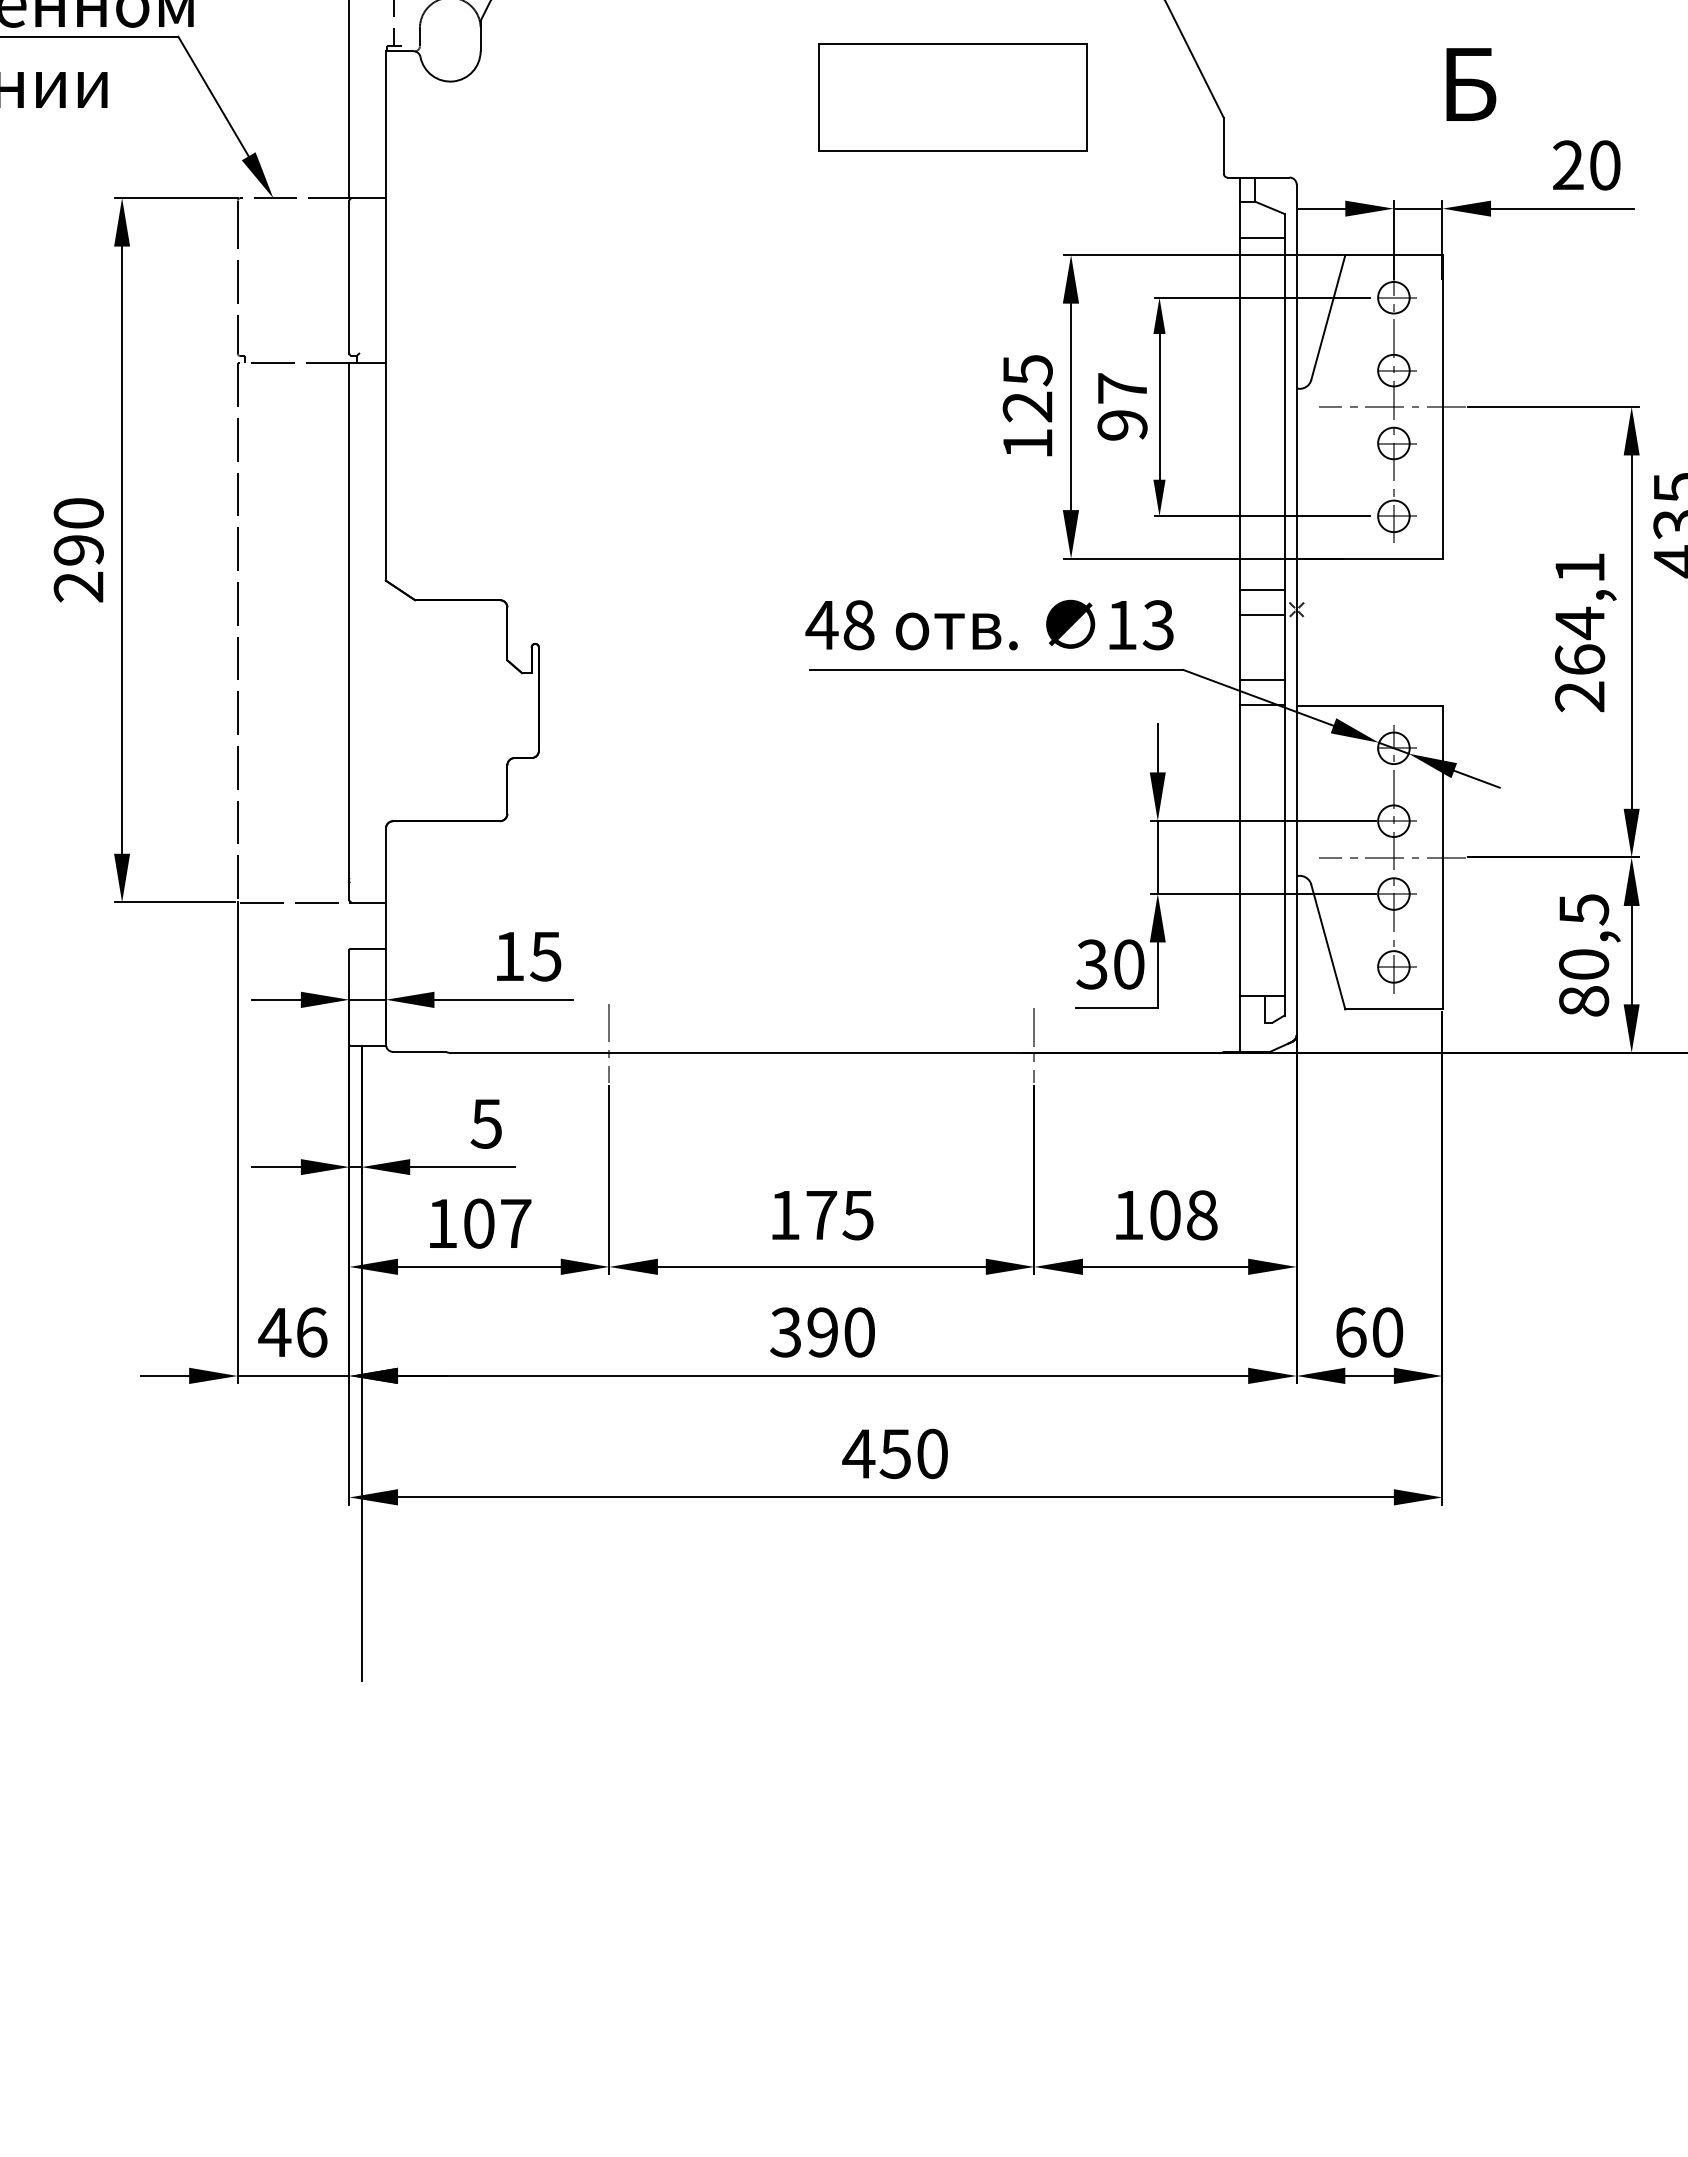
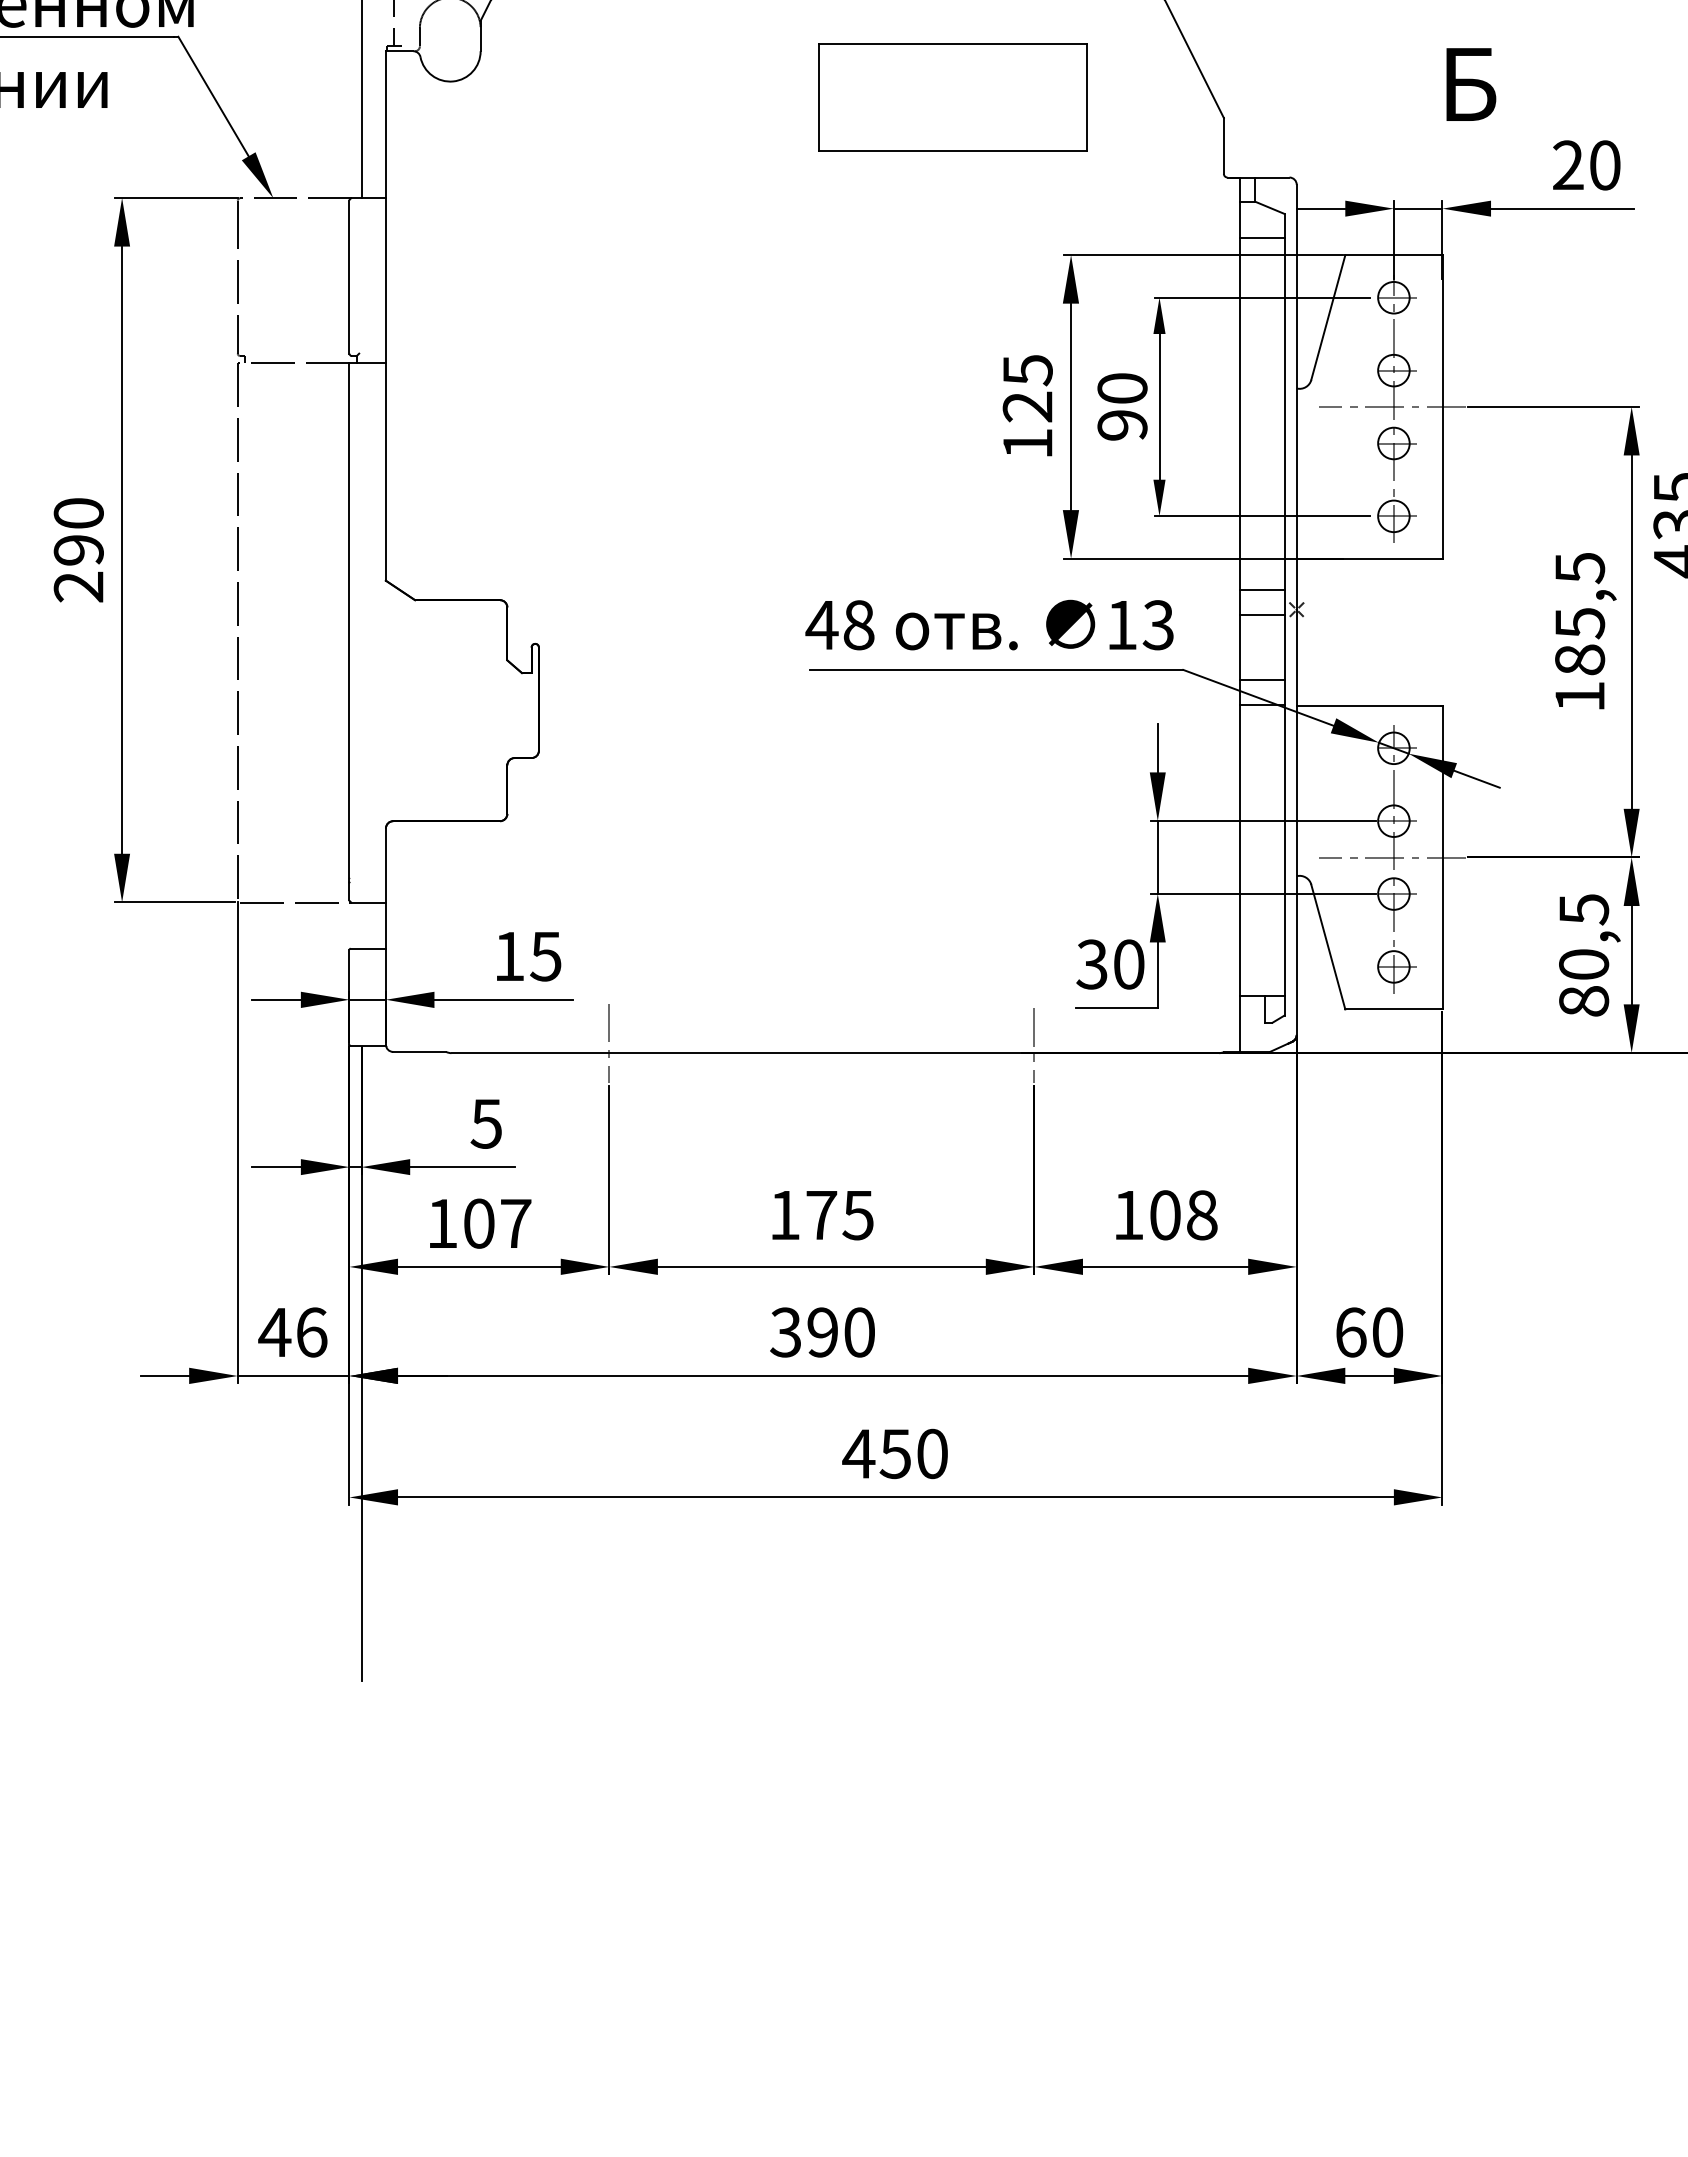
line at (348, 99) position: (348, 99) -> (361, 99)
text at (1122, 388): 97 -> 90
text at (1580, 632): 264,1 -> 185,5
